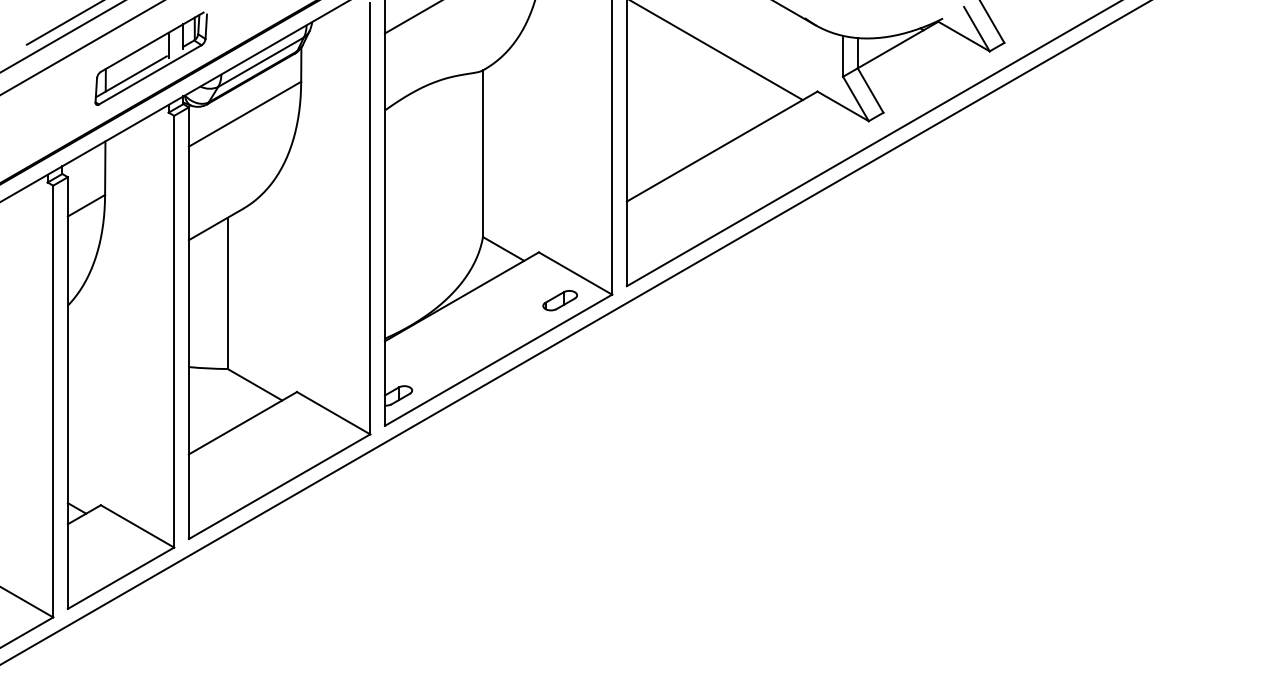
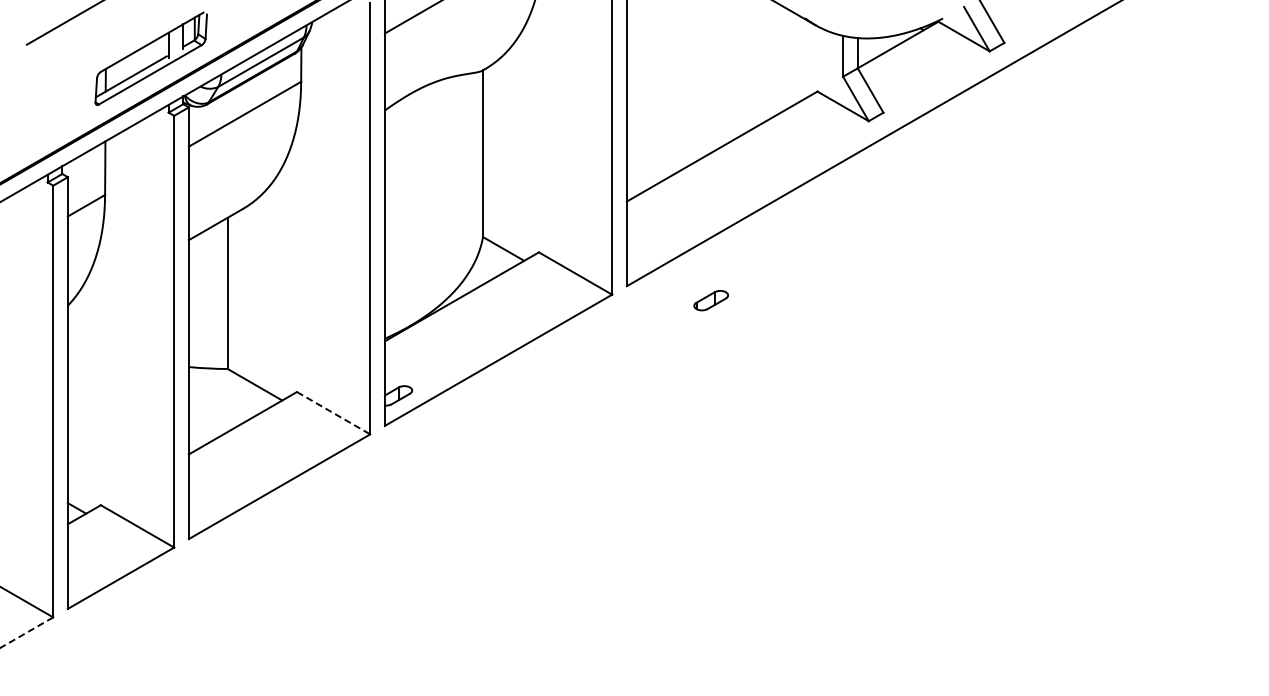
line at (62, 36): present -> none
line at (81, 47): present -> none
line at (717, 51): present -> none
part at (559, 300) position: (559, 300) -> (710, 300)
line at (574, 332): present -> none
line at (334, 413): solid -> dashed
line at (26, 632): solid -> dashed
